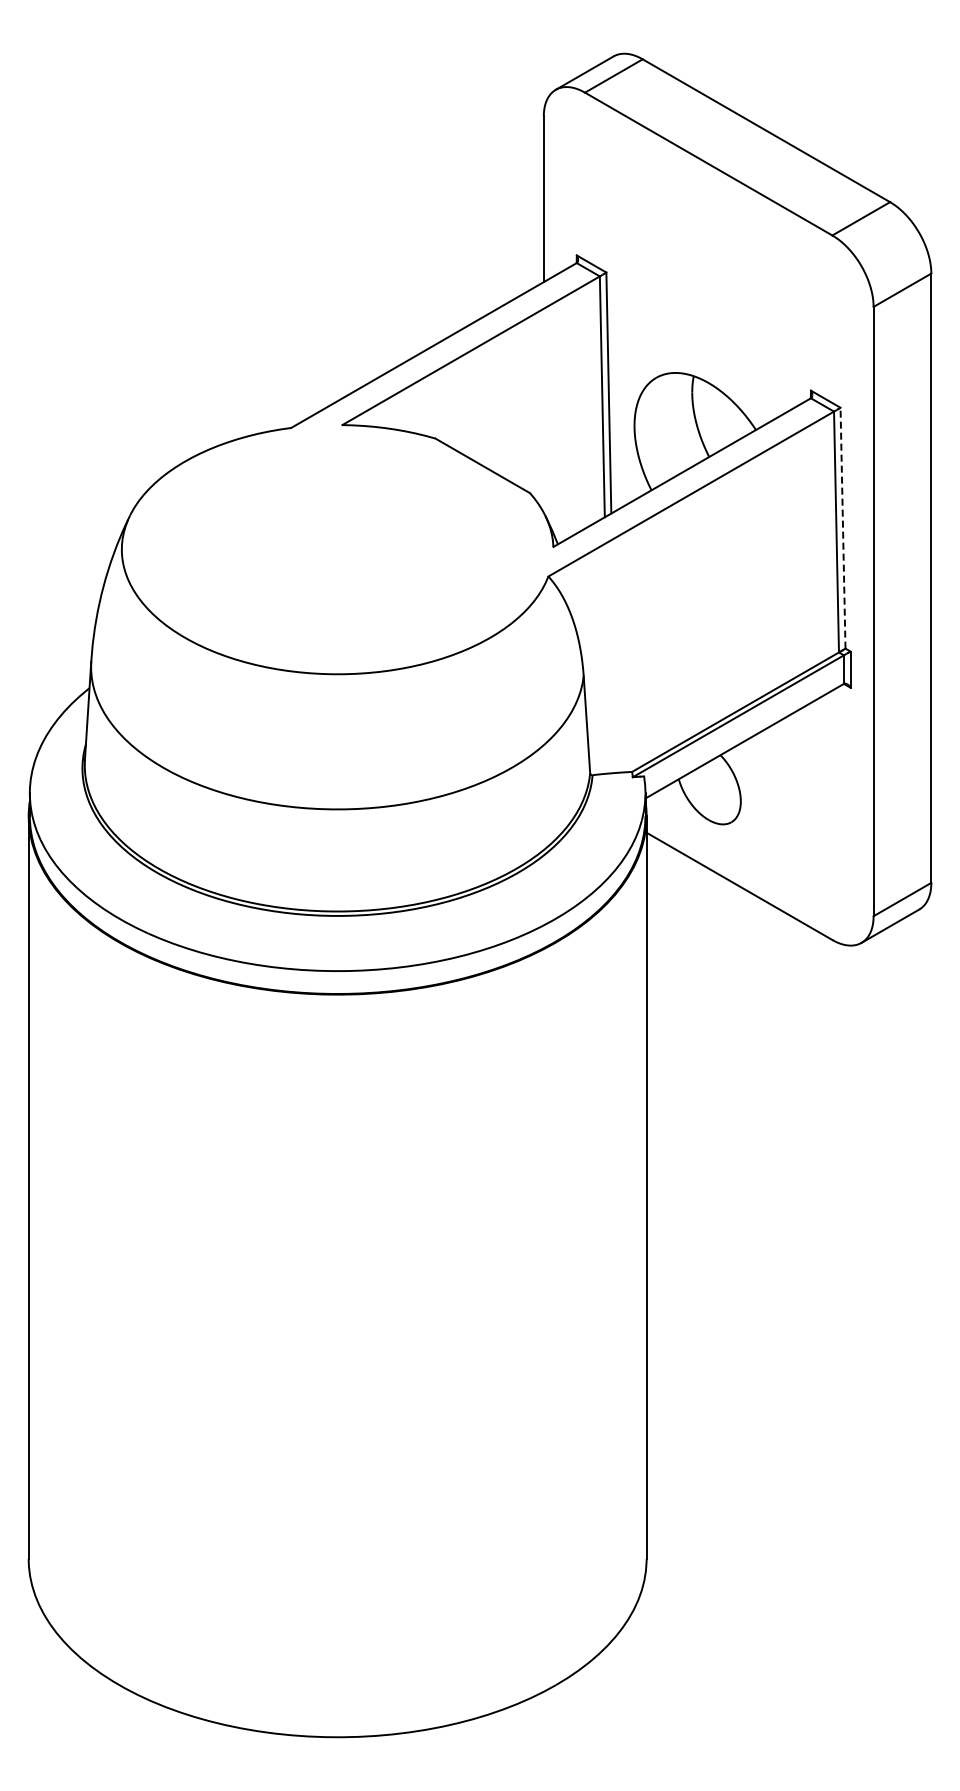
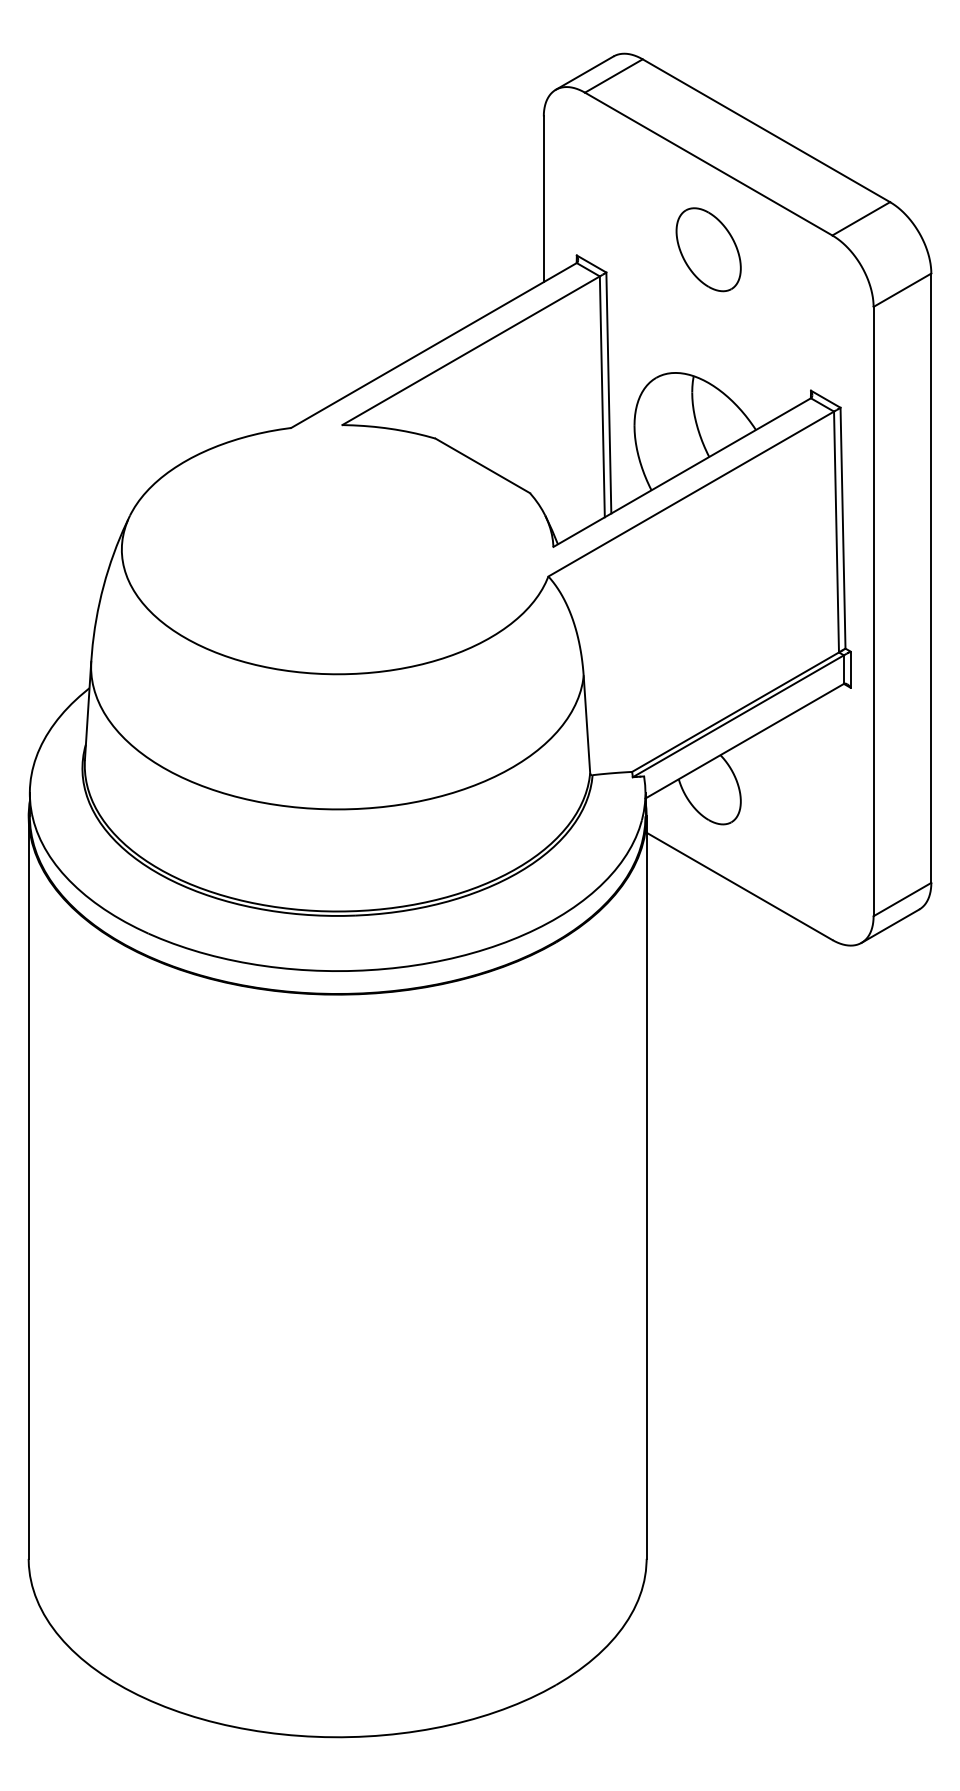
part at (708, 249): none -> present
line at (843, 527): dashed -> solid
